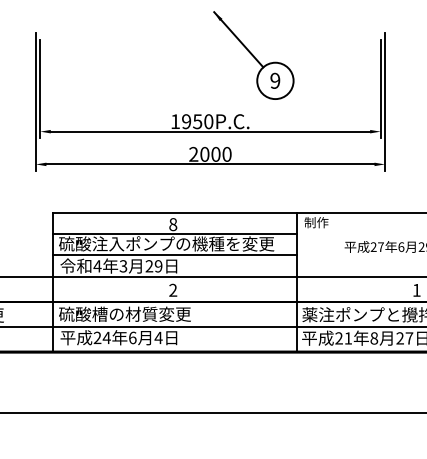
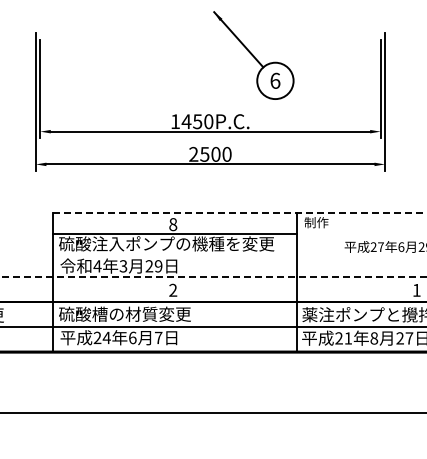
text at (275, 80): 9 -> 6
text at (186, 121): 1950P.C. -> 1450P.C.
text at (204, 154): 2000 -> 2500
line at (239, 212): solid -> dashed
line at (174, 255): present -> none
line at (213, 276): solid -> dashed
text at (158, 337): 4 -> 7
